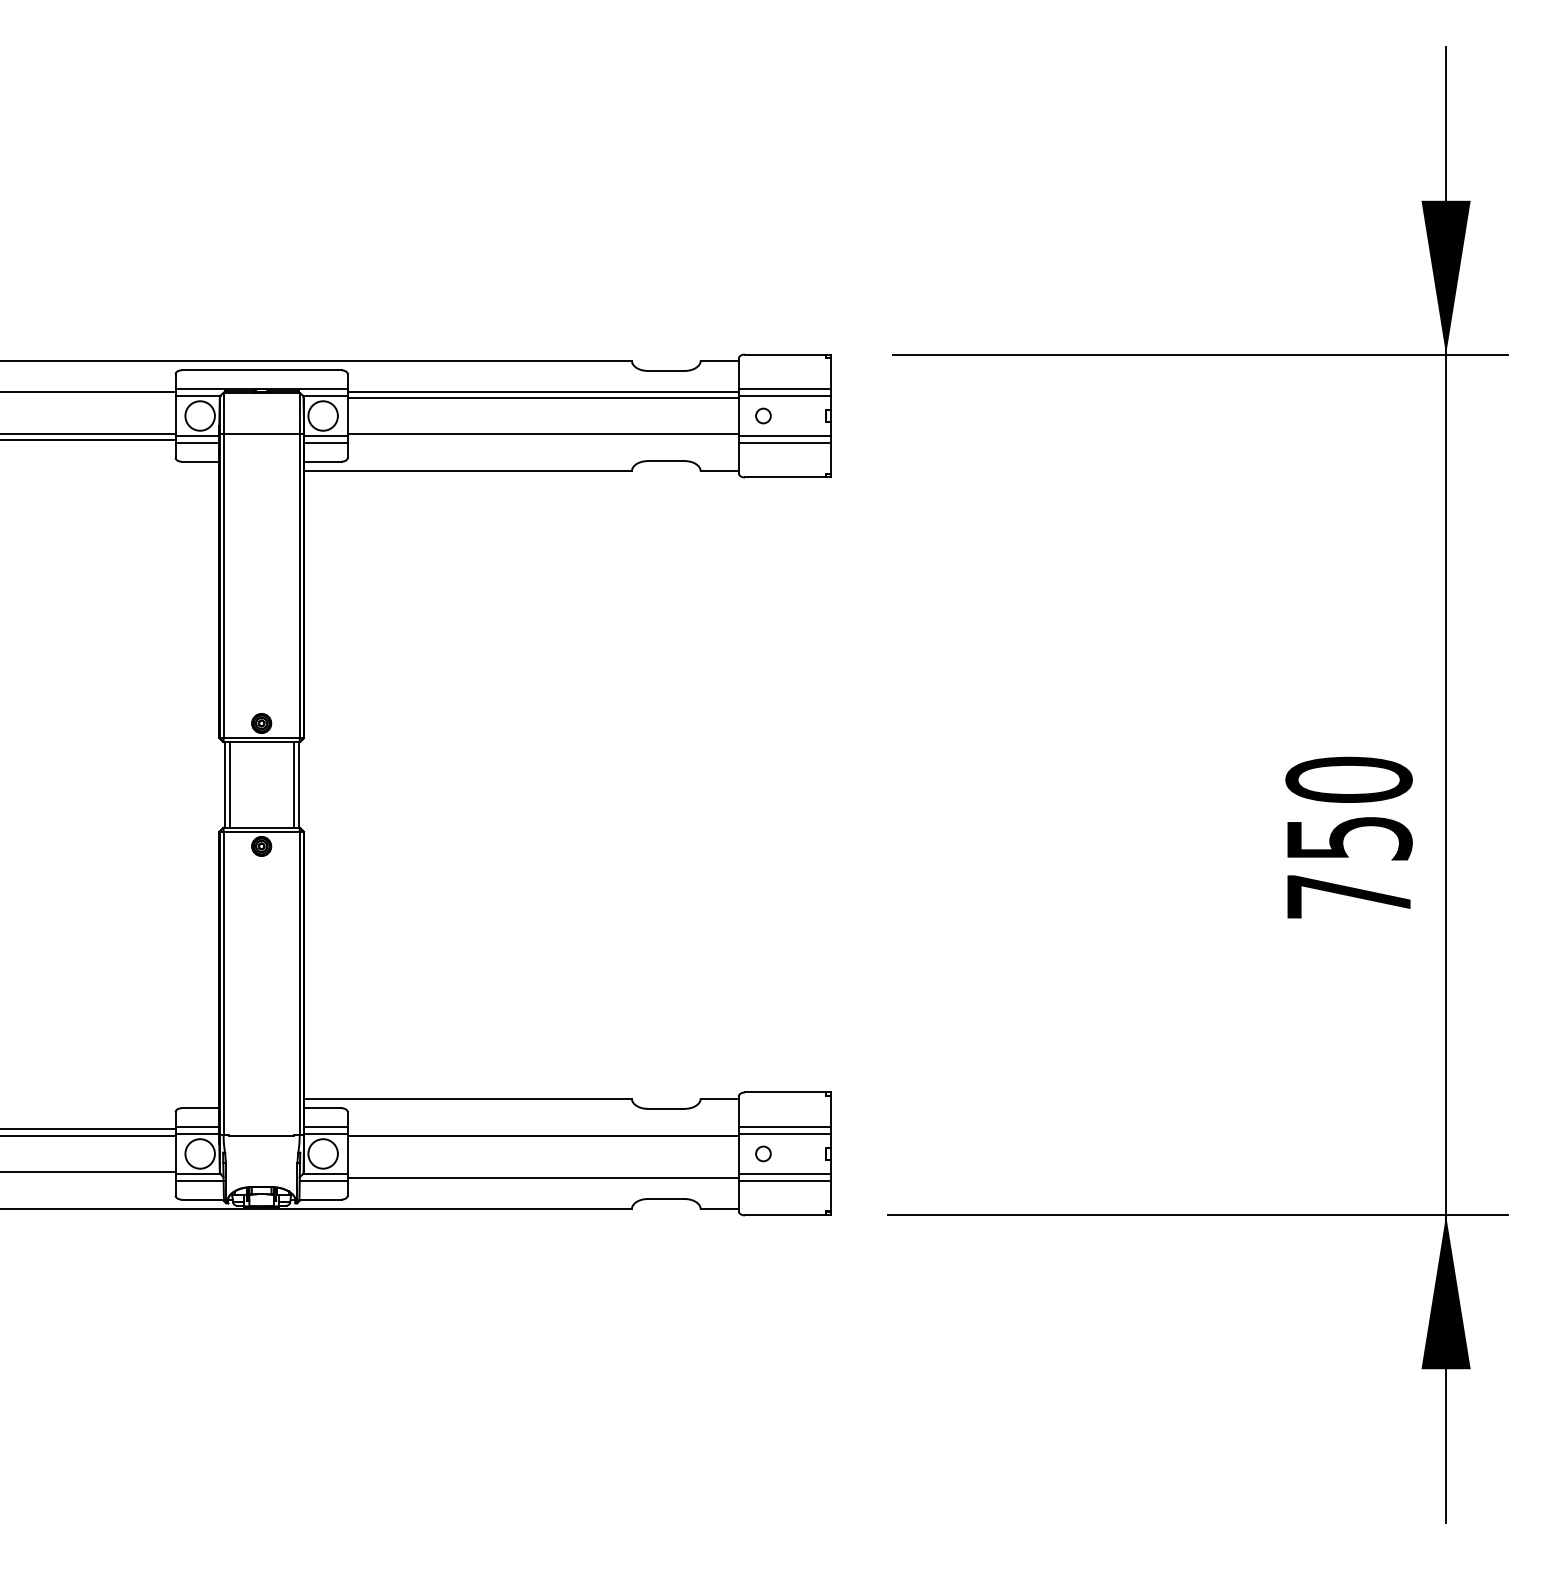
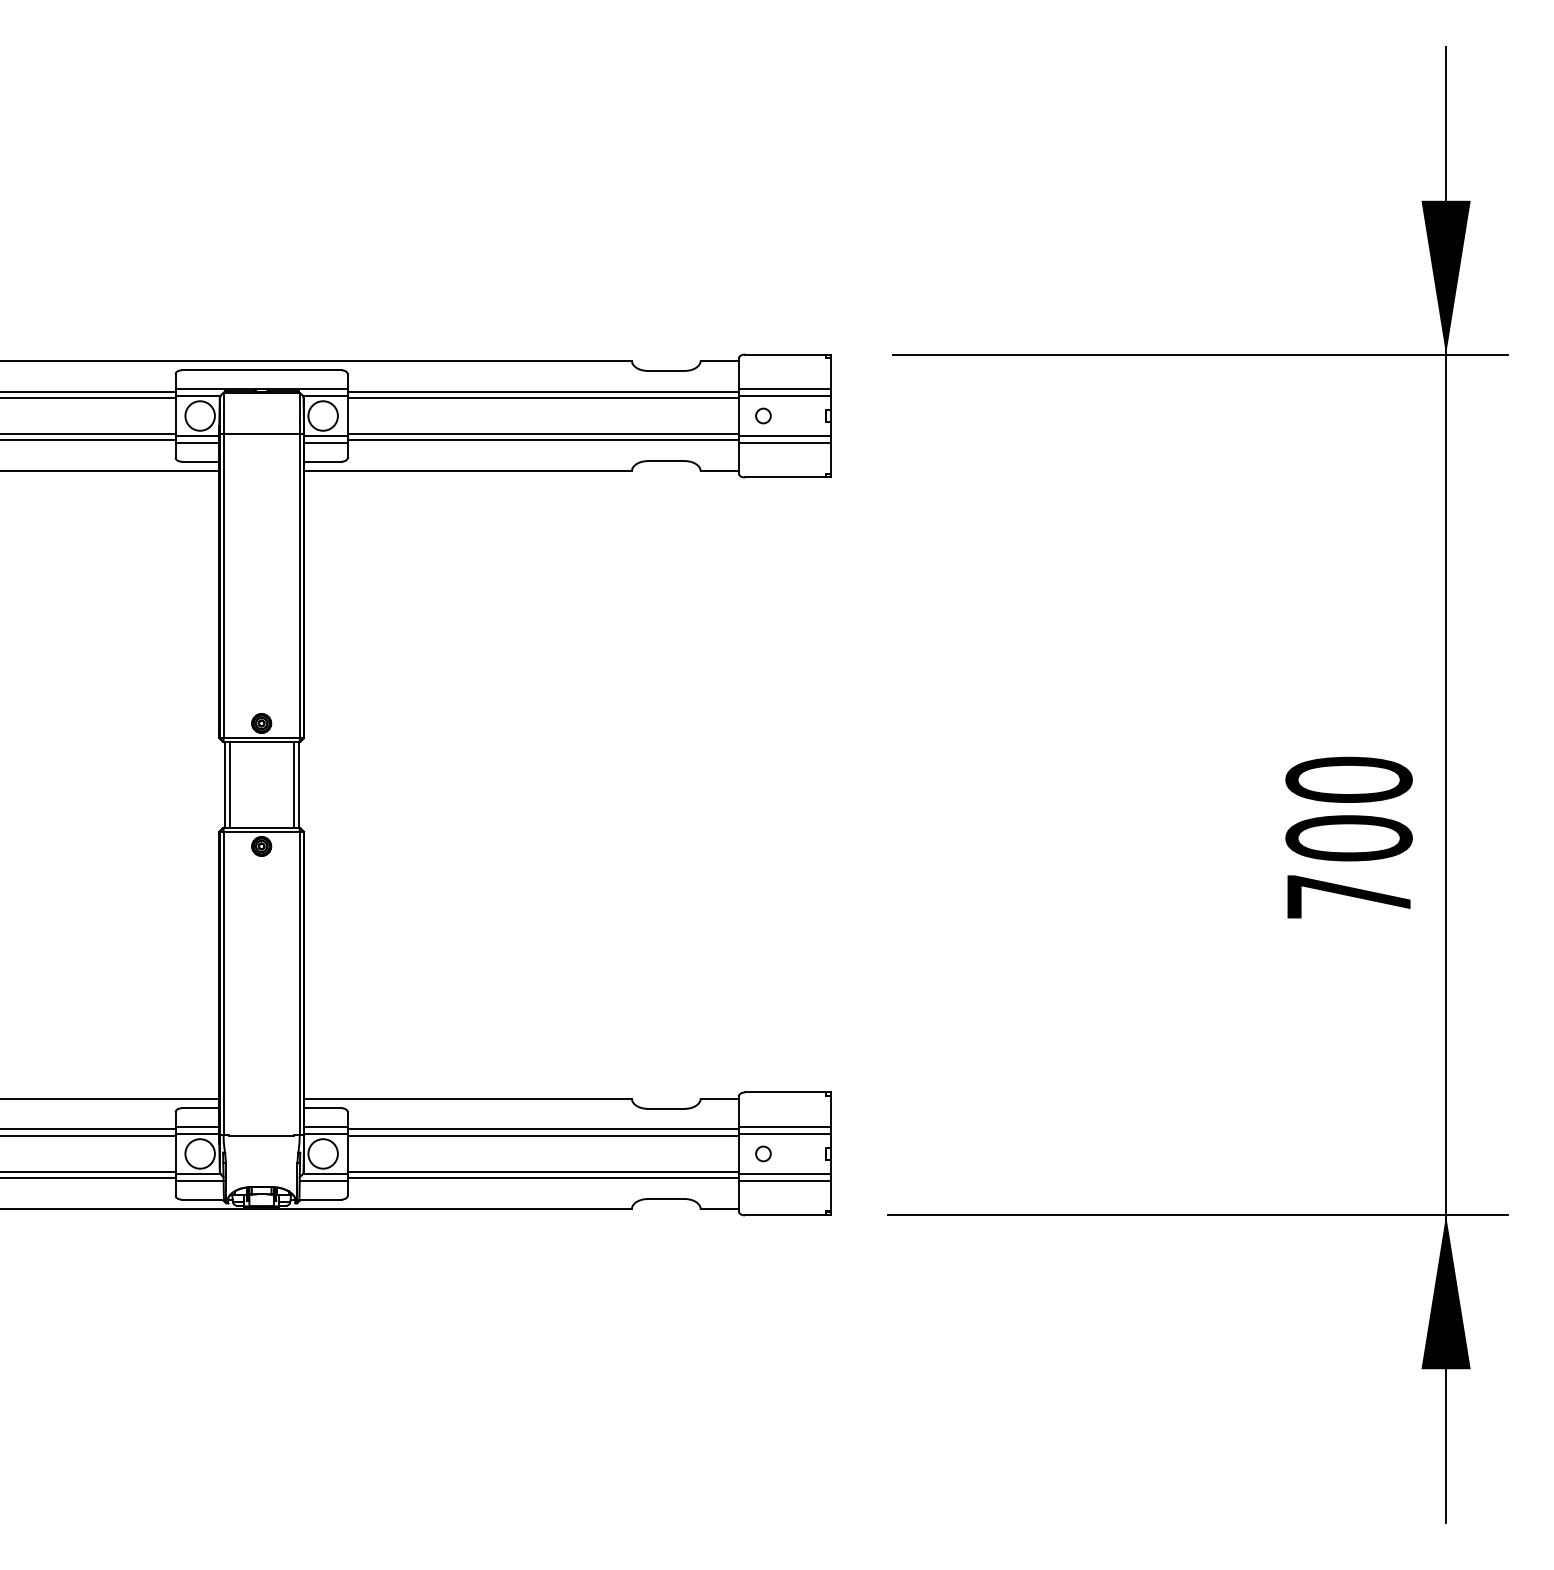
line at (88, 398): none -> present
line at (542, 440): none -> present
line at (110, 471): none -> present
text at (1348, 838): 750 -> 700
line at (110, 1098): none -> present
line at (542, 1129): none -> present
line at (542, 1171): none -> present
line at (88, 1178): none -> present
